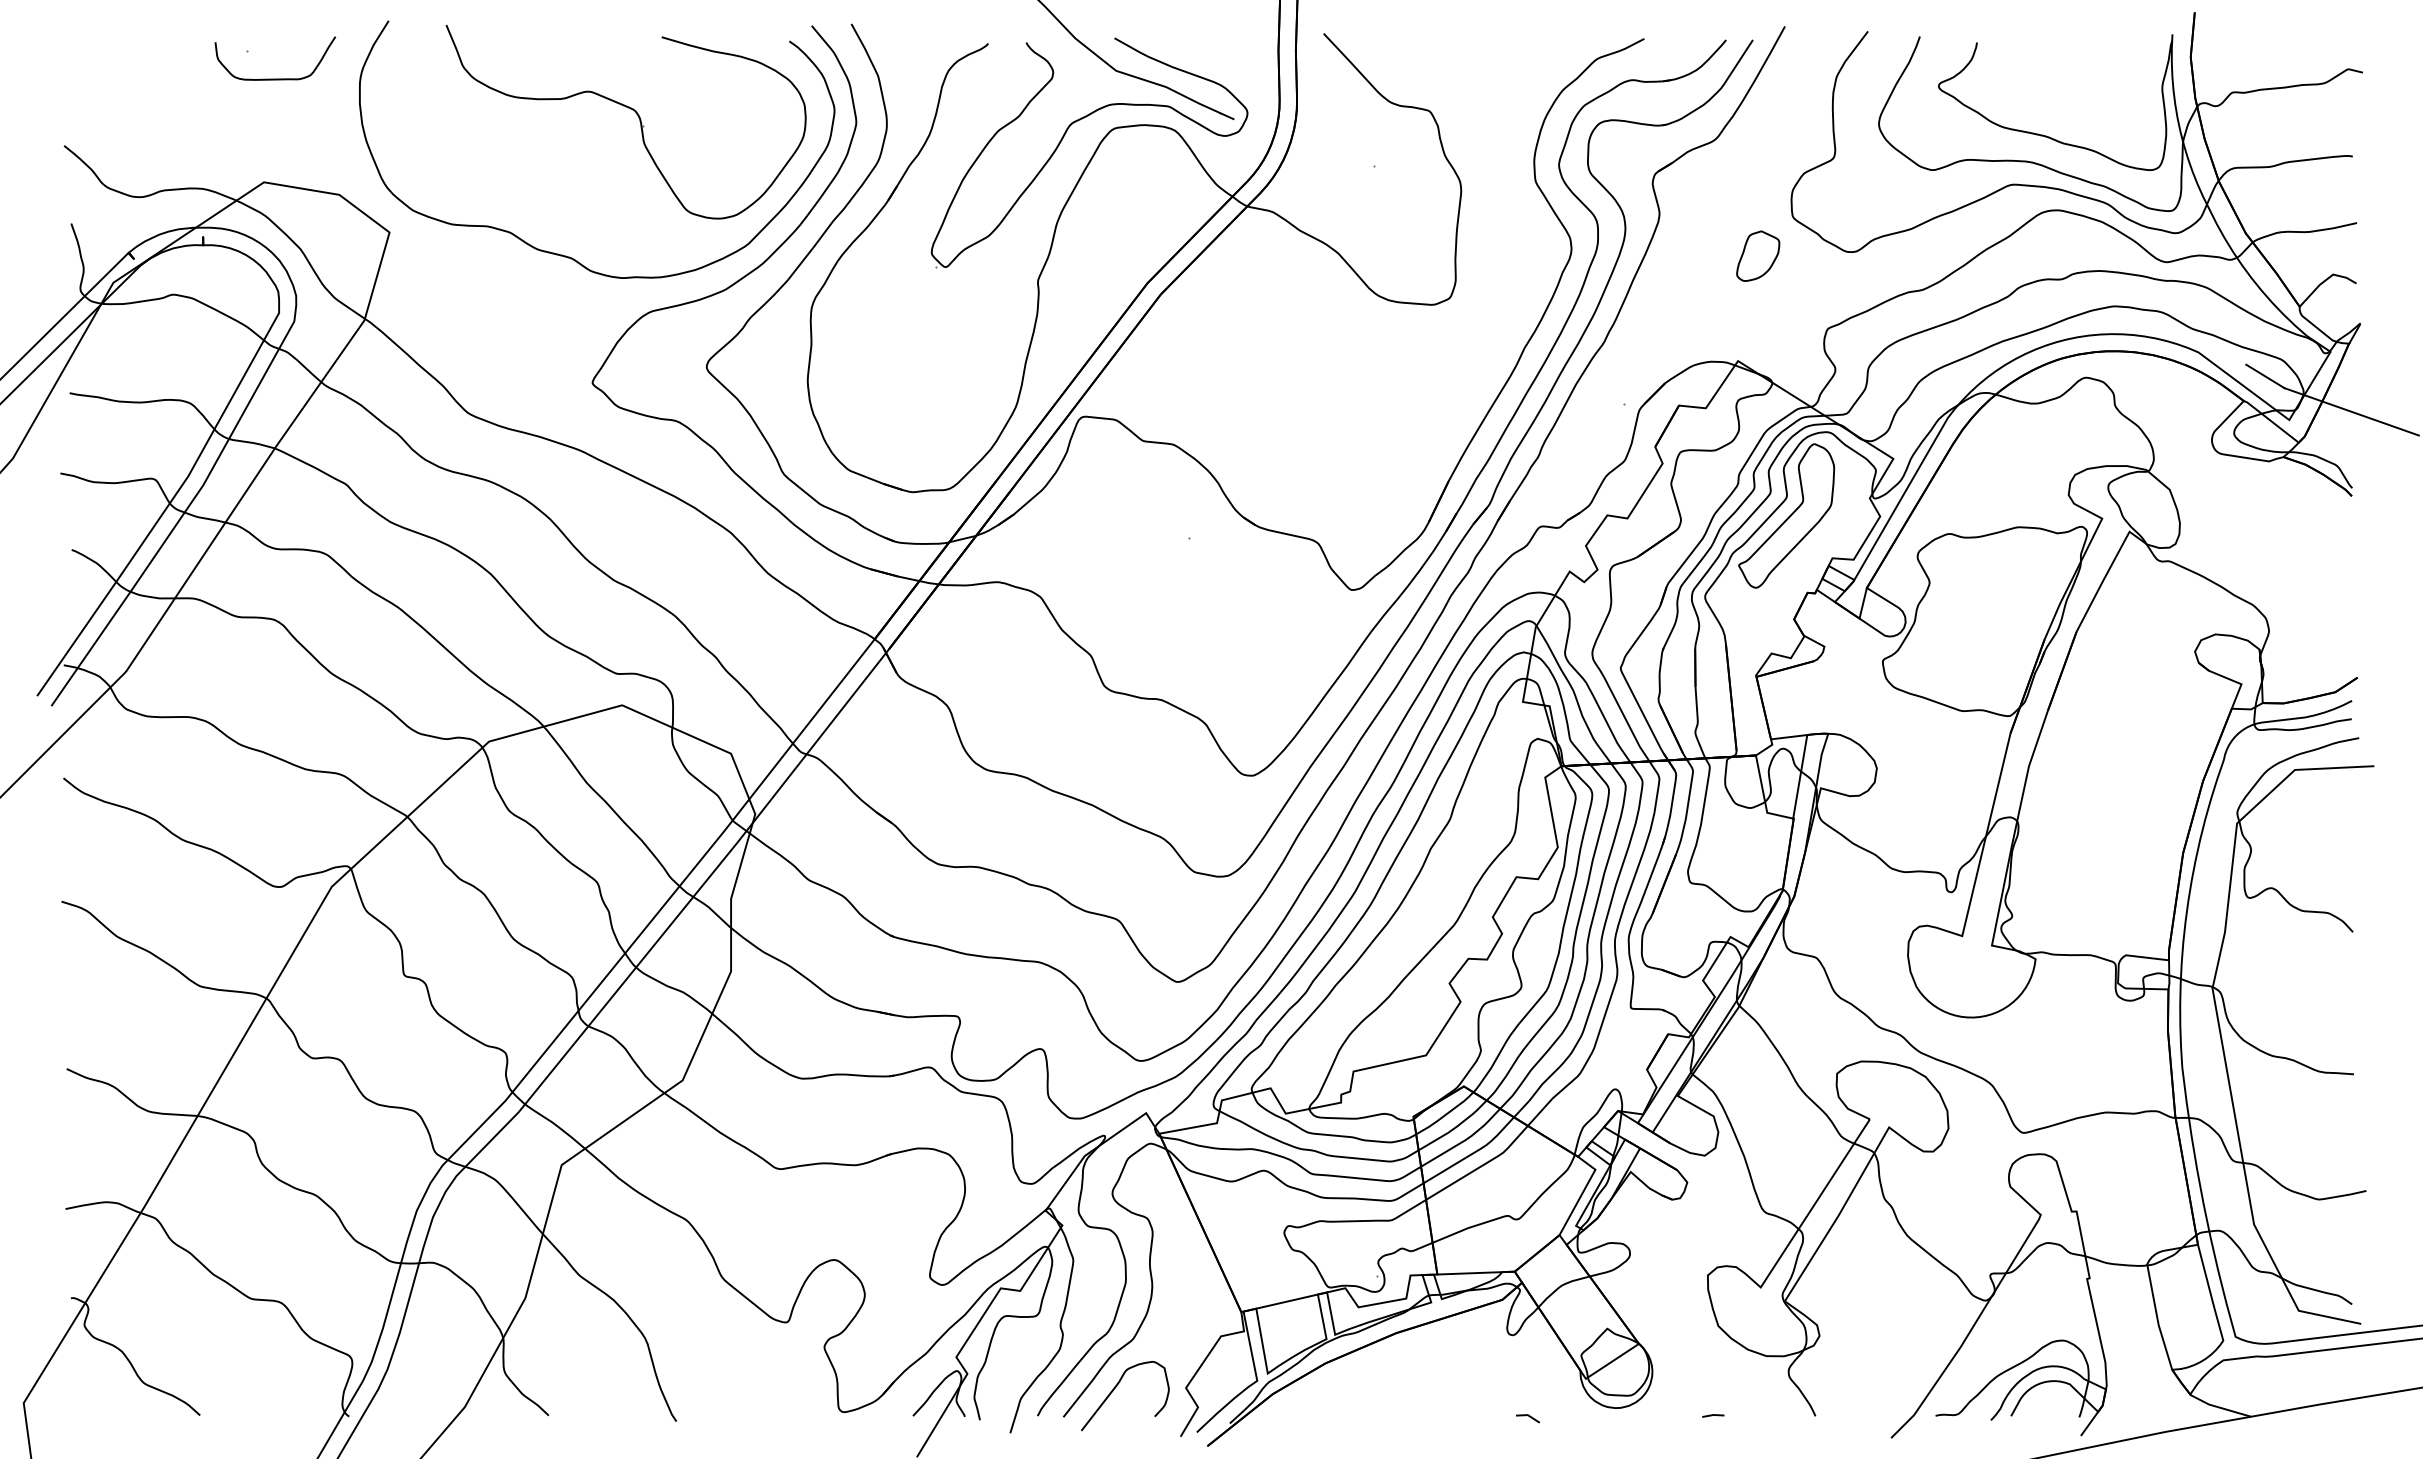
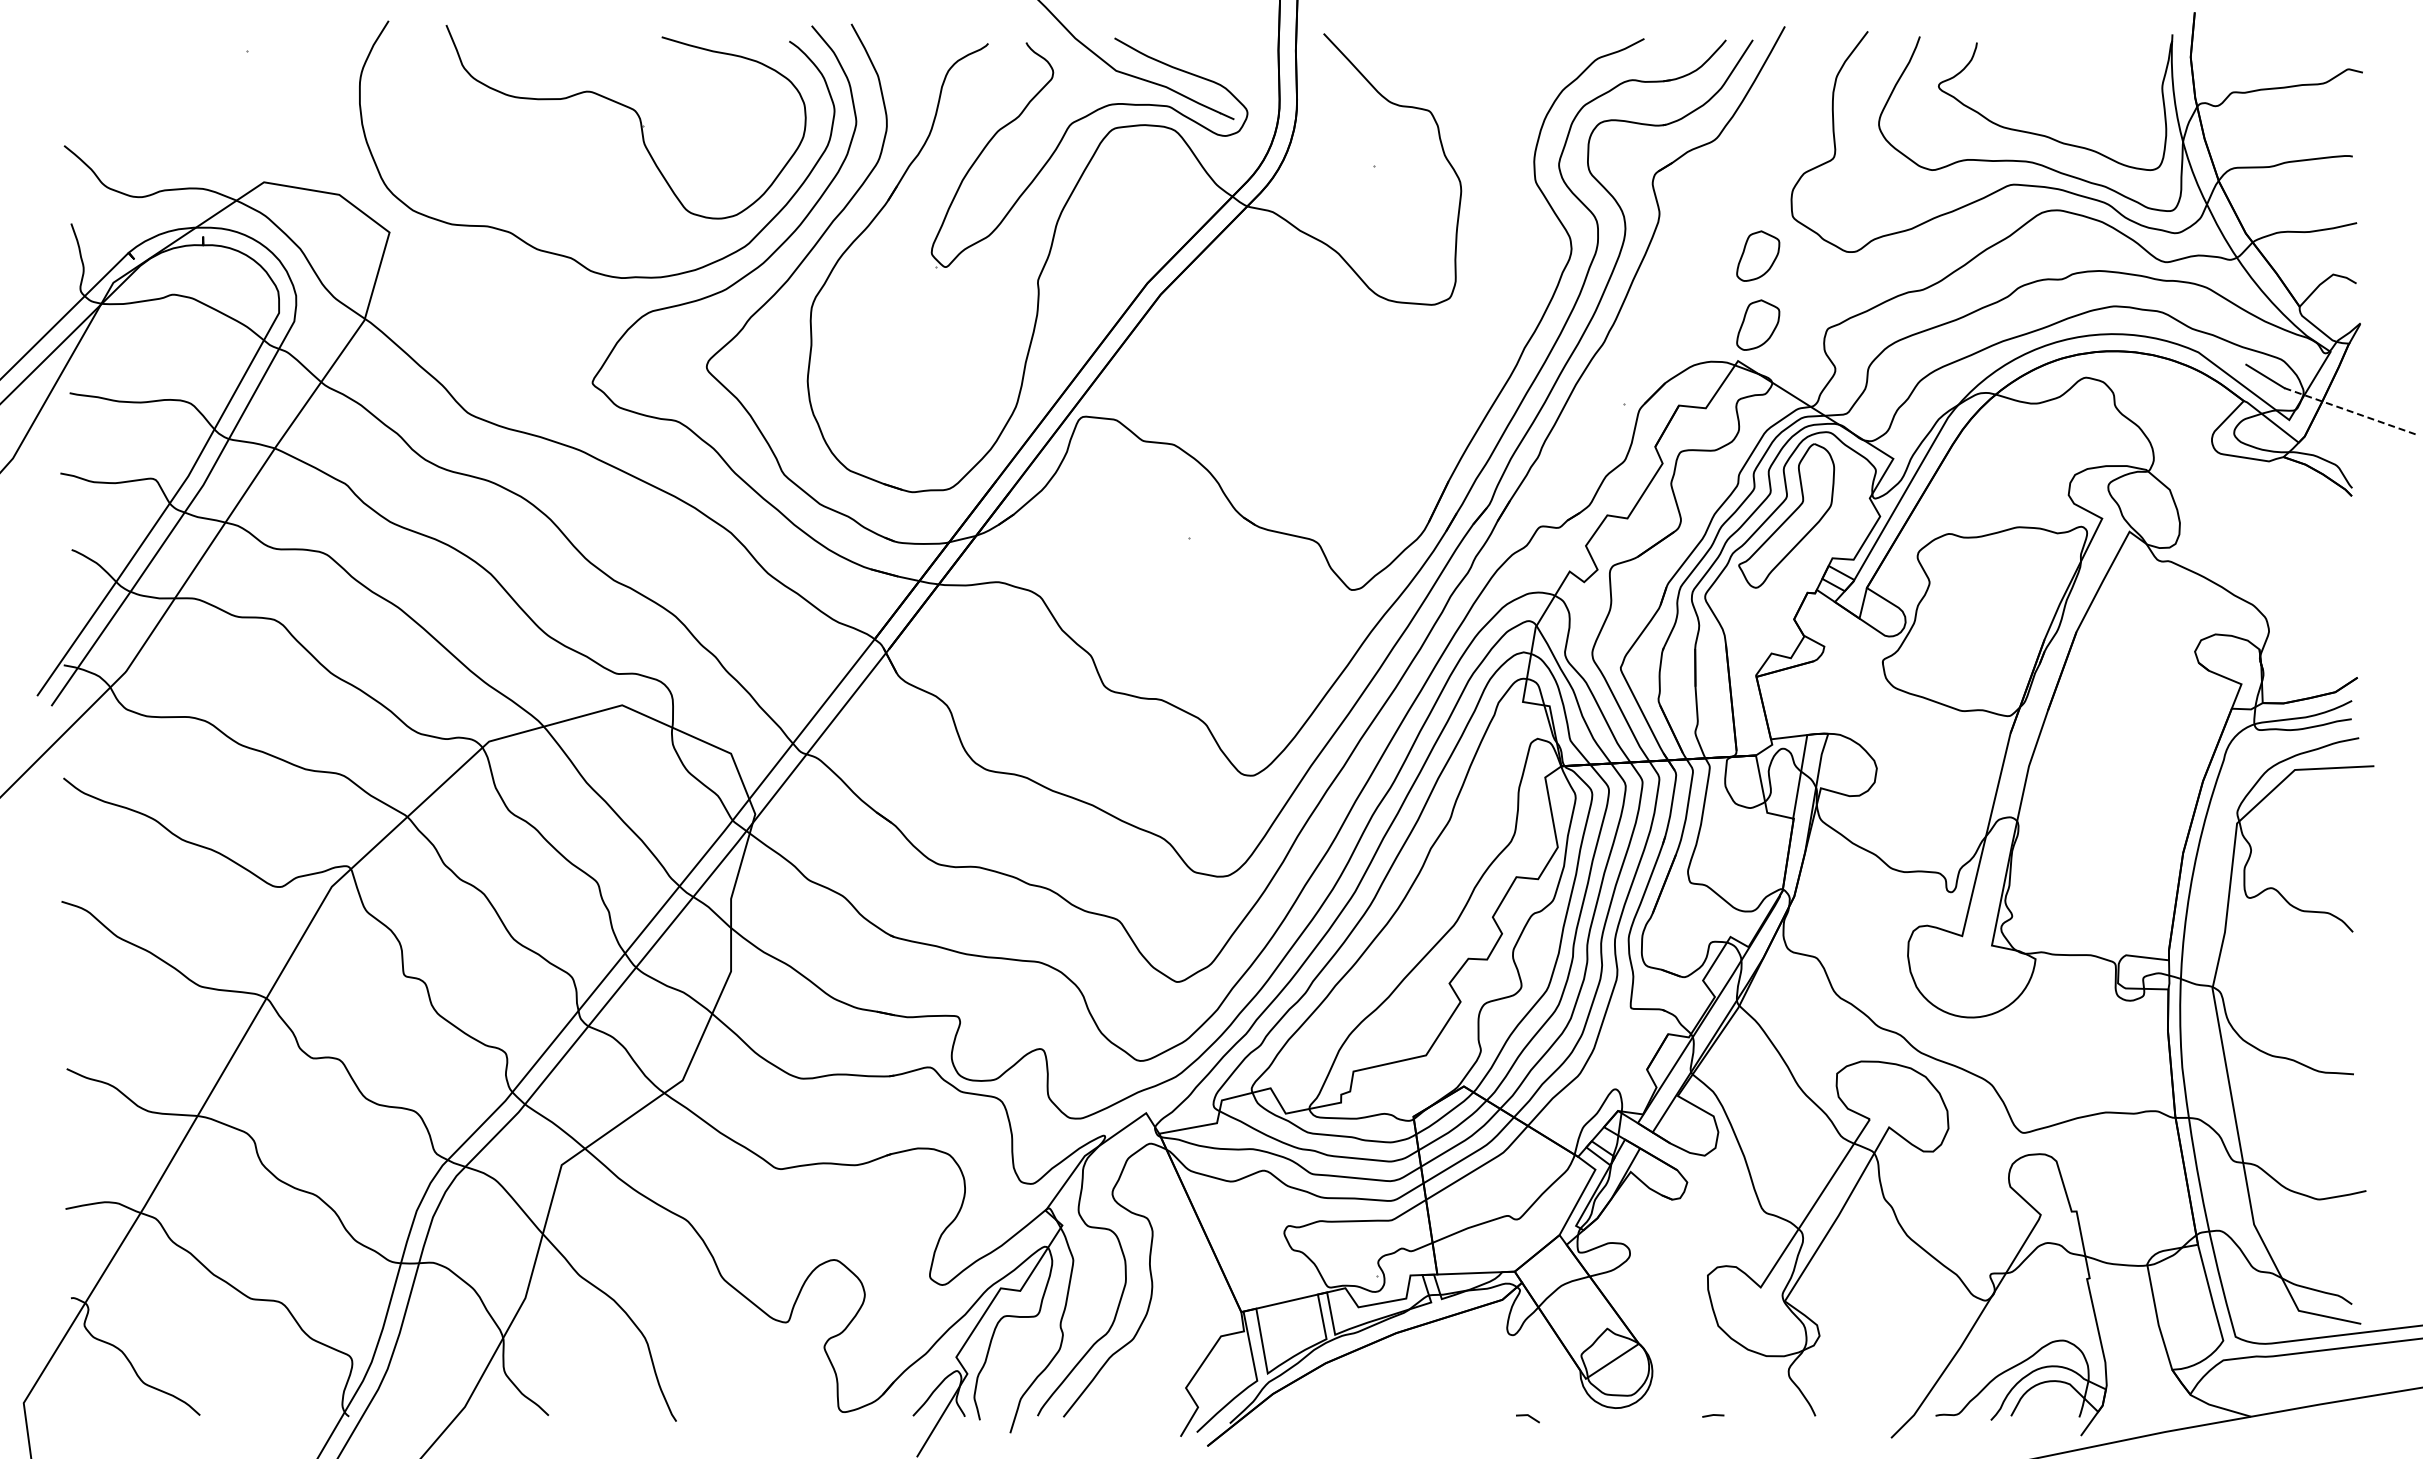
curve at (275, 78): present -> none
part at (1758, 324): none -> present
line at (2352, 412): solid -> dashed
curve at (1117, 1386): present -> none
